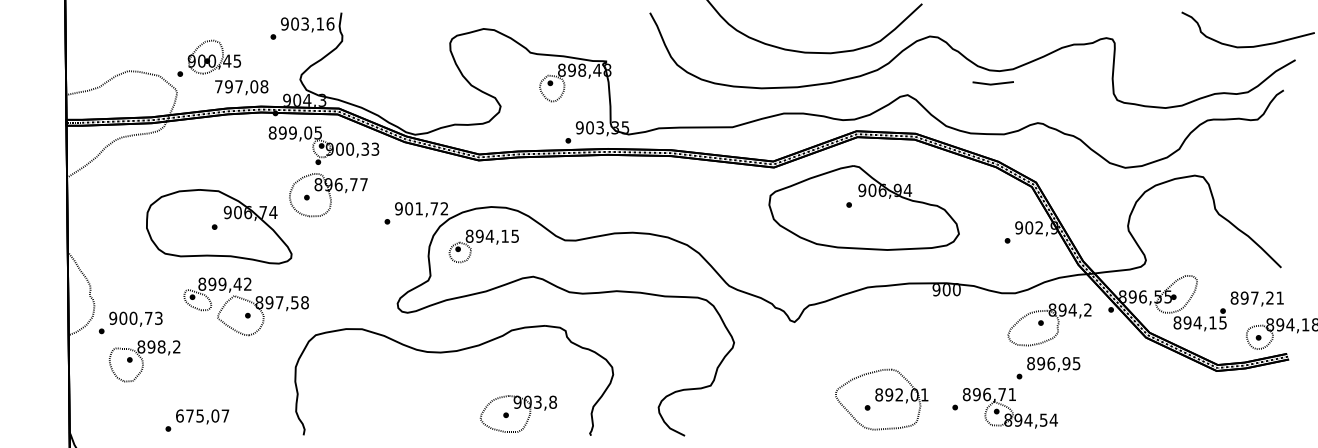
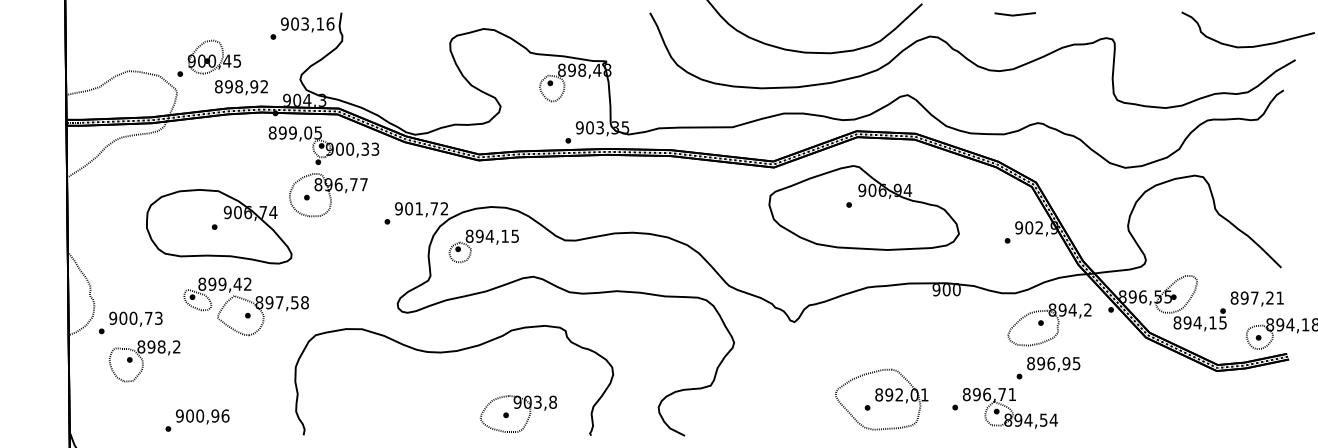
line at (992, 83) position: (992, 83) -> (1014, 14)
text at (241, 86): 797,08 -> 898,92
text at (202, 415): 675,07 -> 900,96
